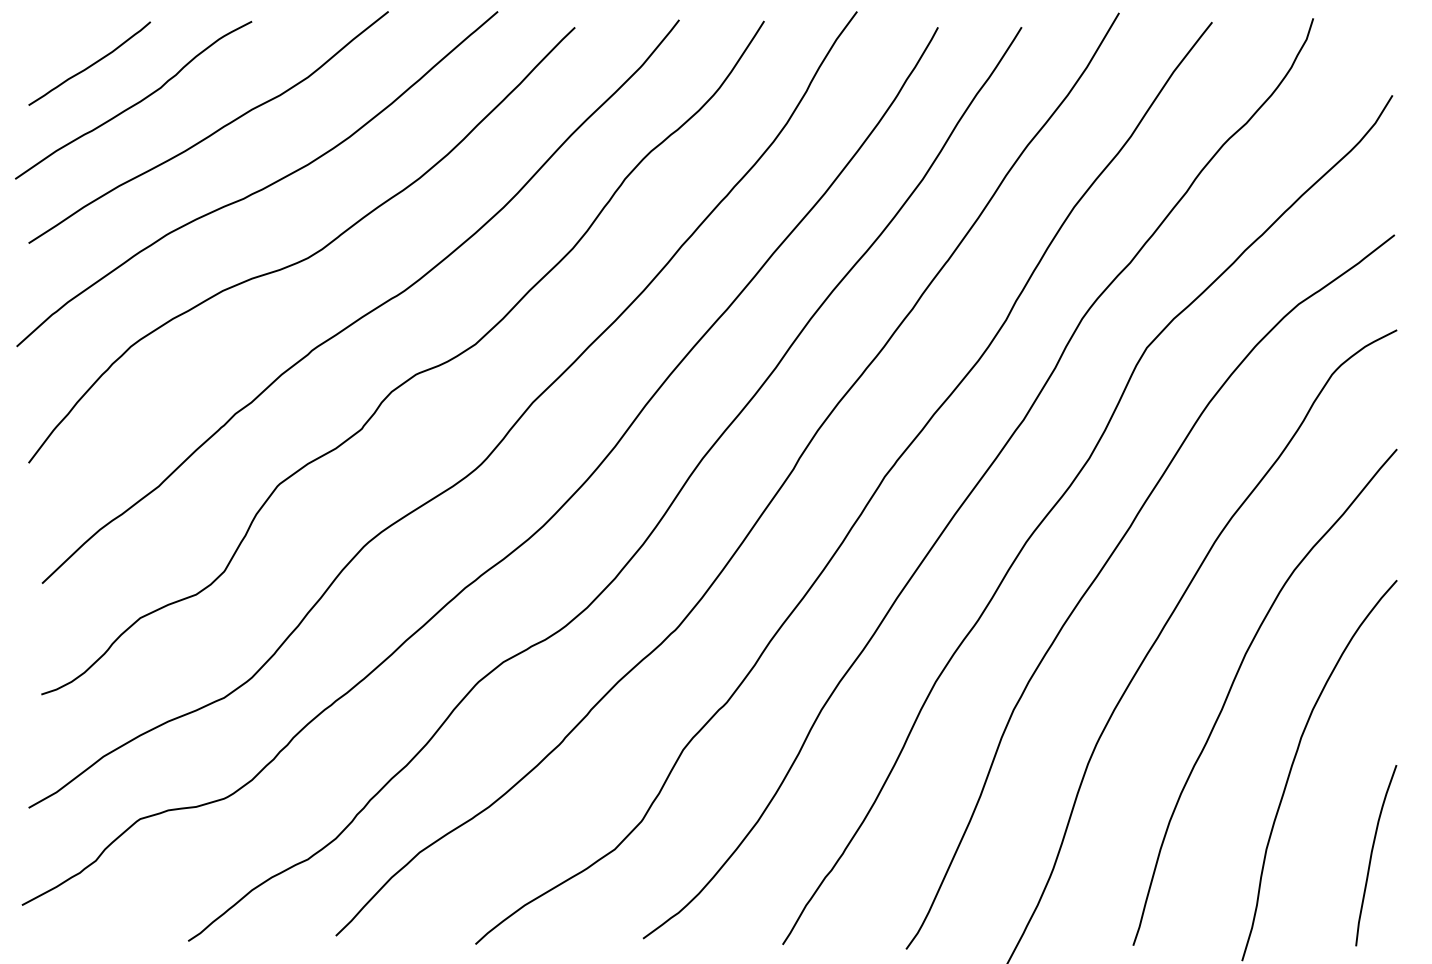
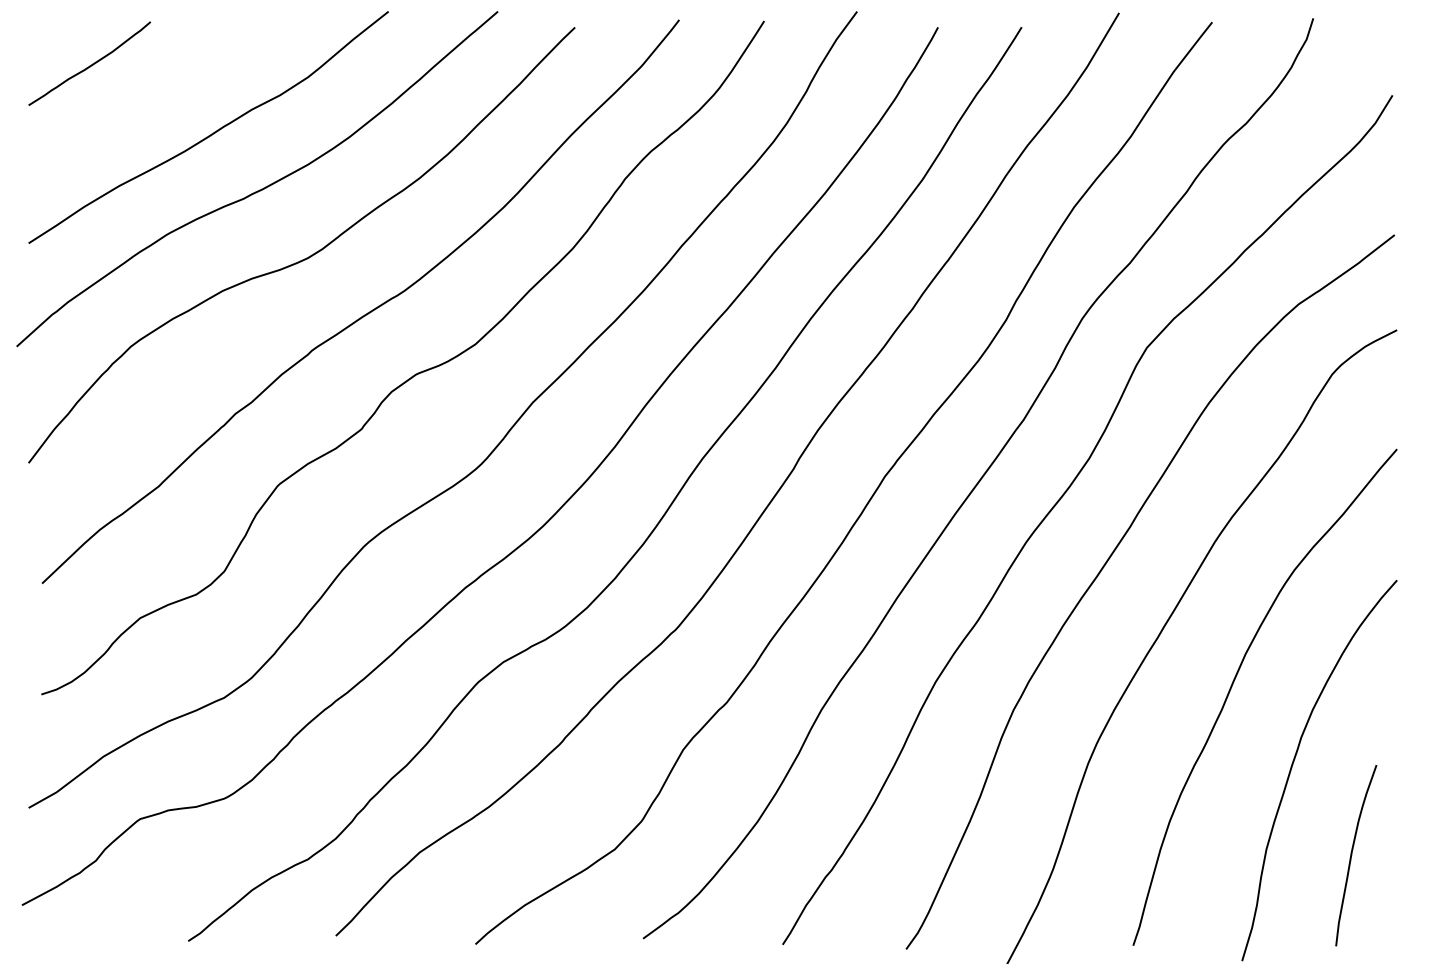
curve at (136, 102): present -> none
curve at (1372, 855) position: (1372, 855) -> (1352, 855)
